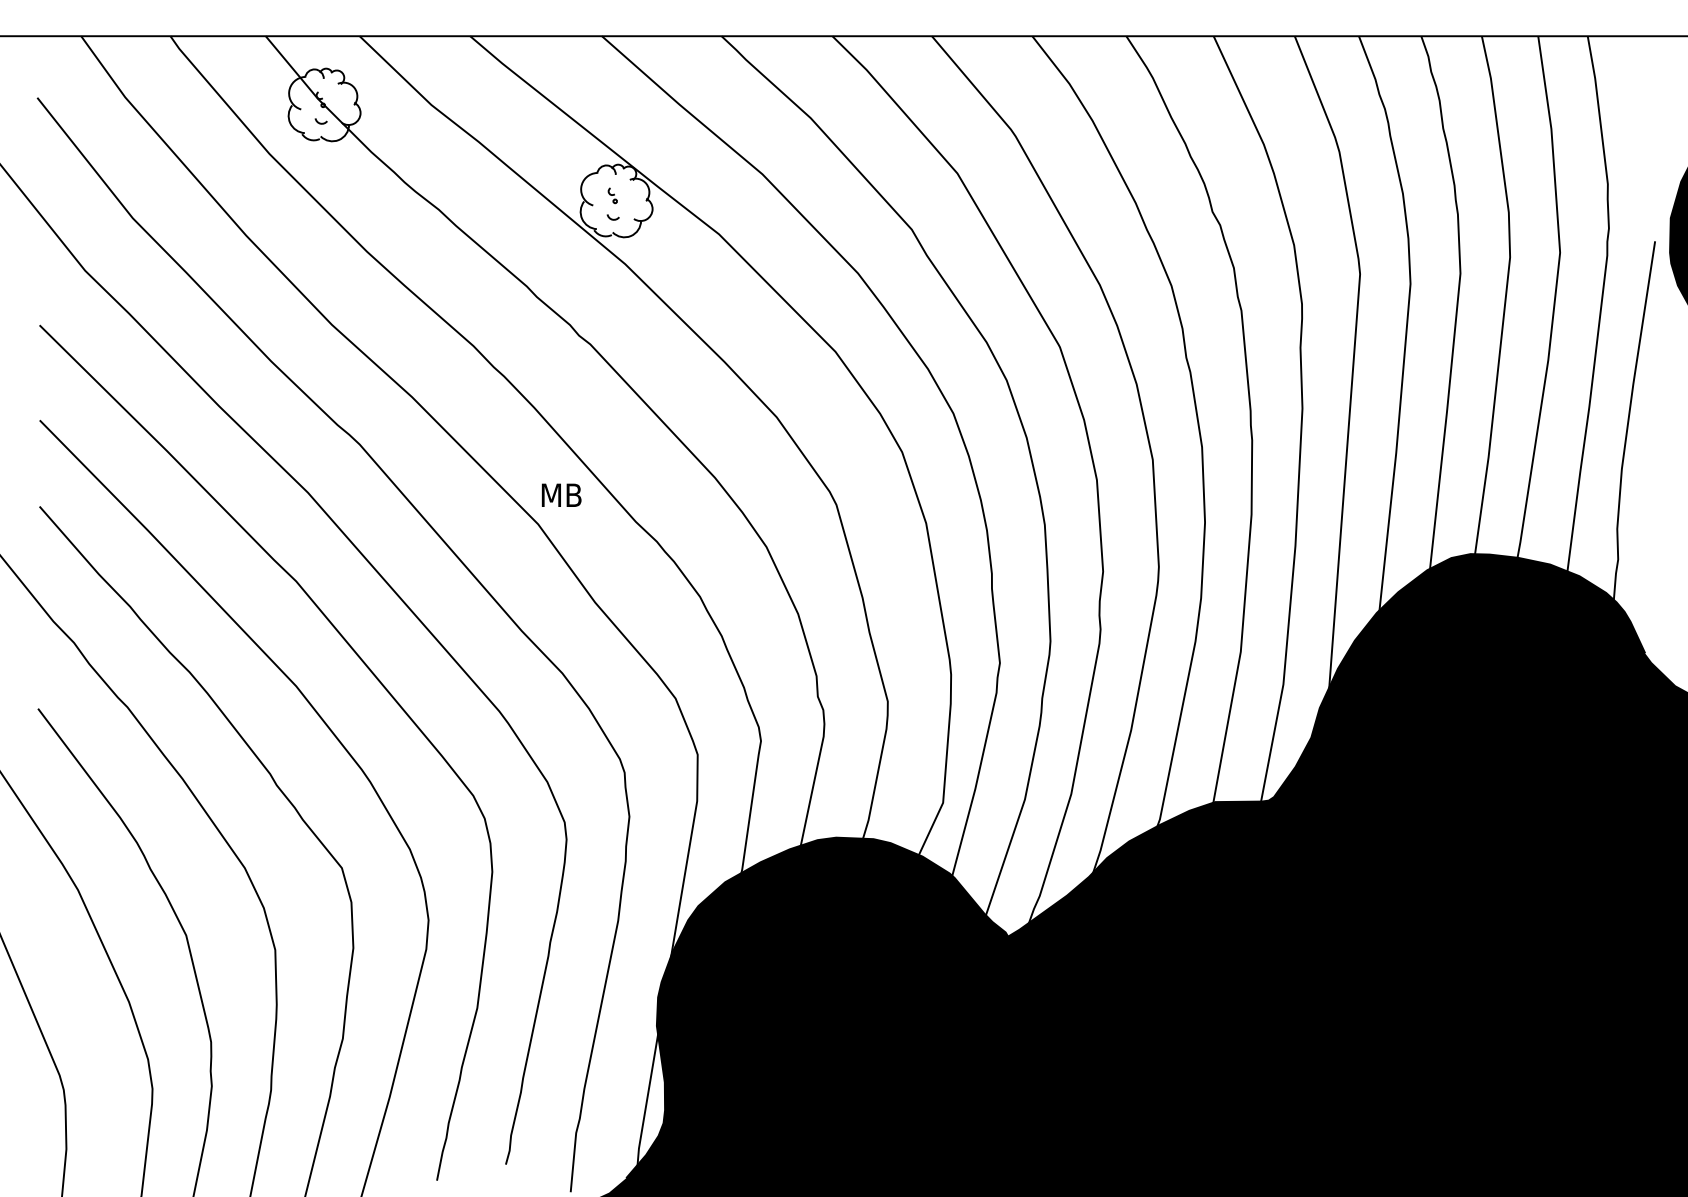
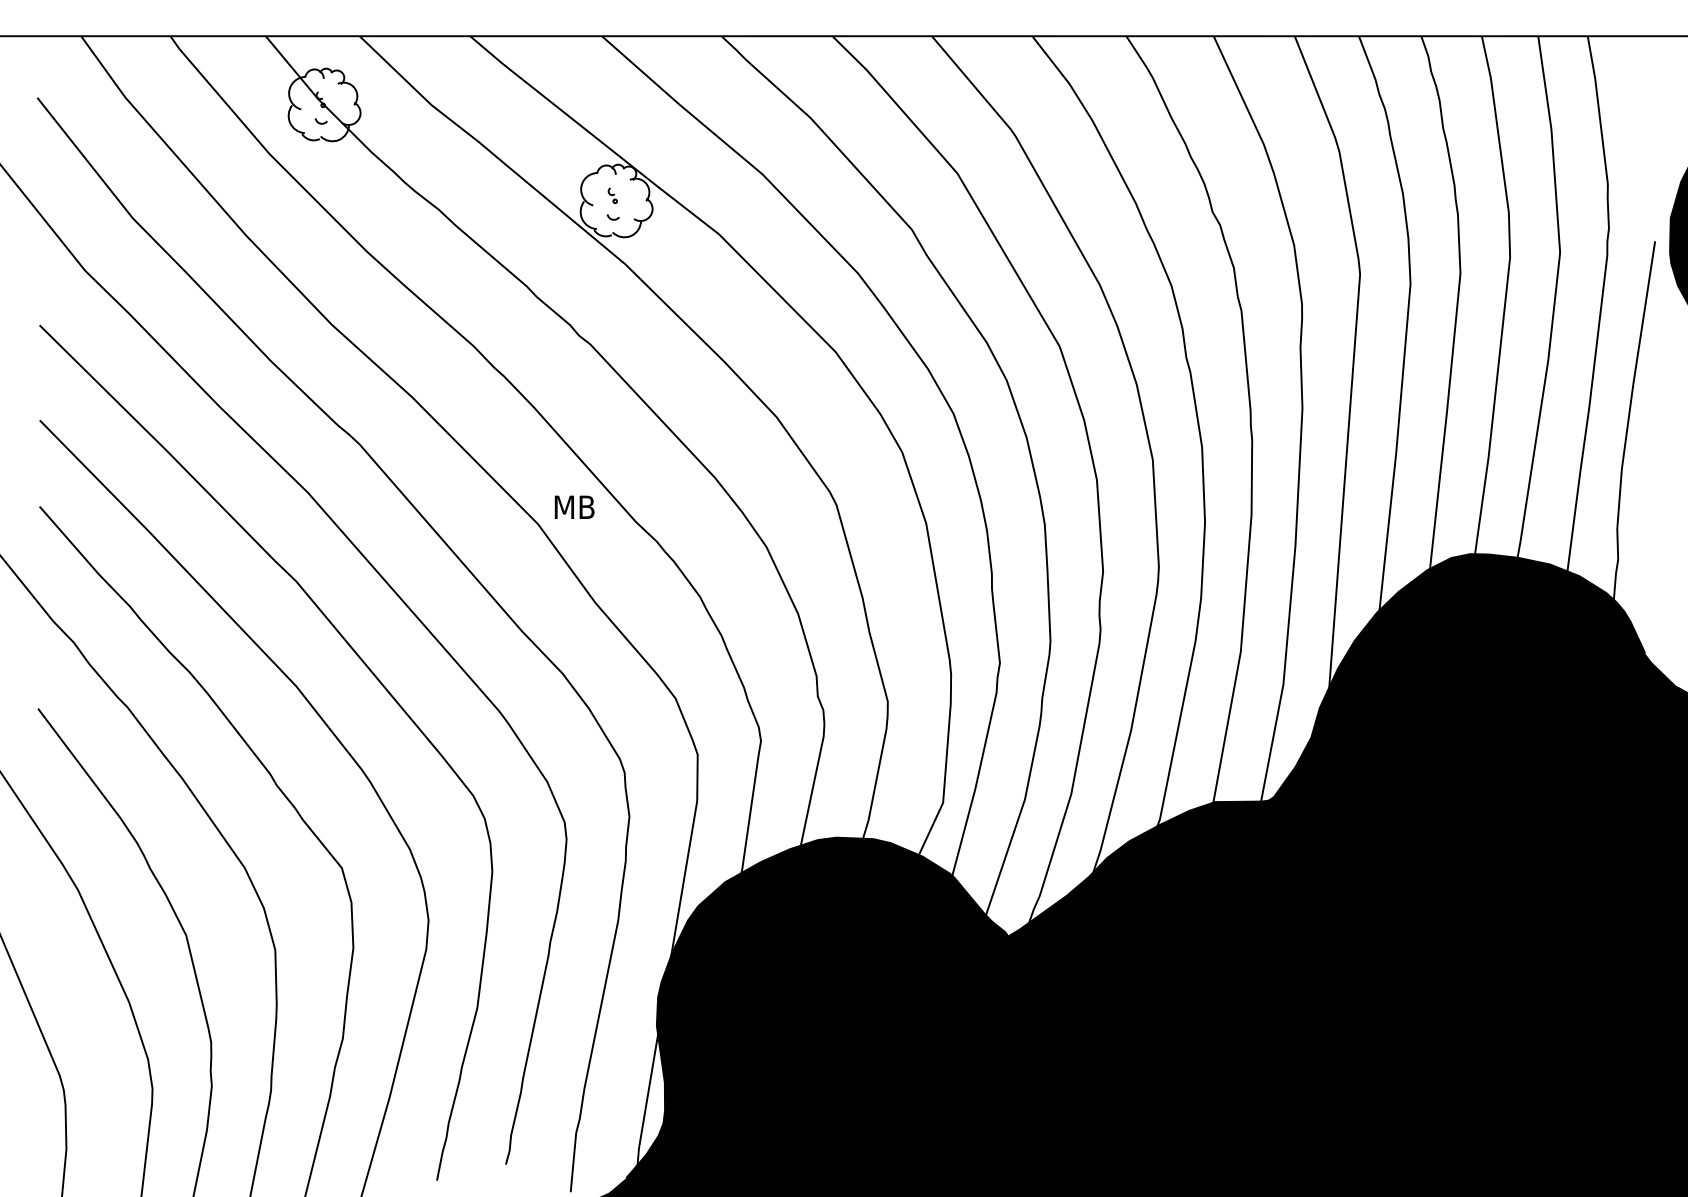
text at (561, 494) position: (561, 494) -> (574, 506)
